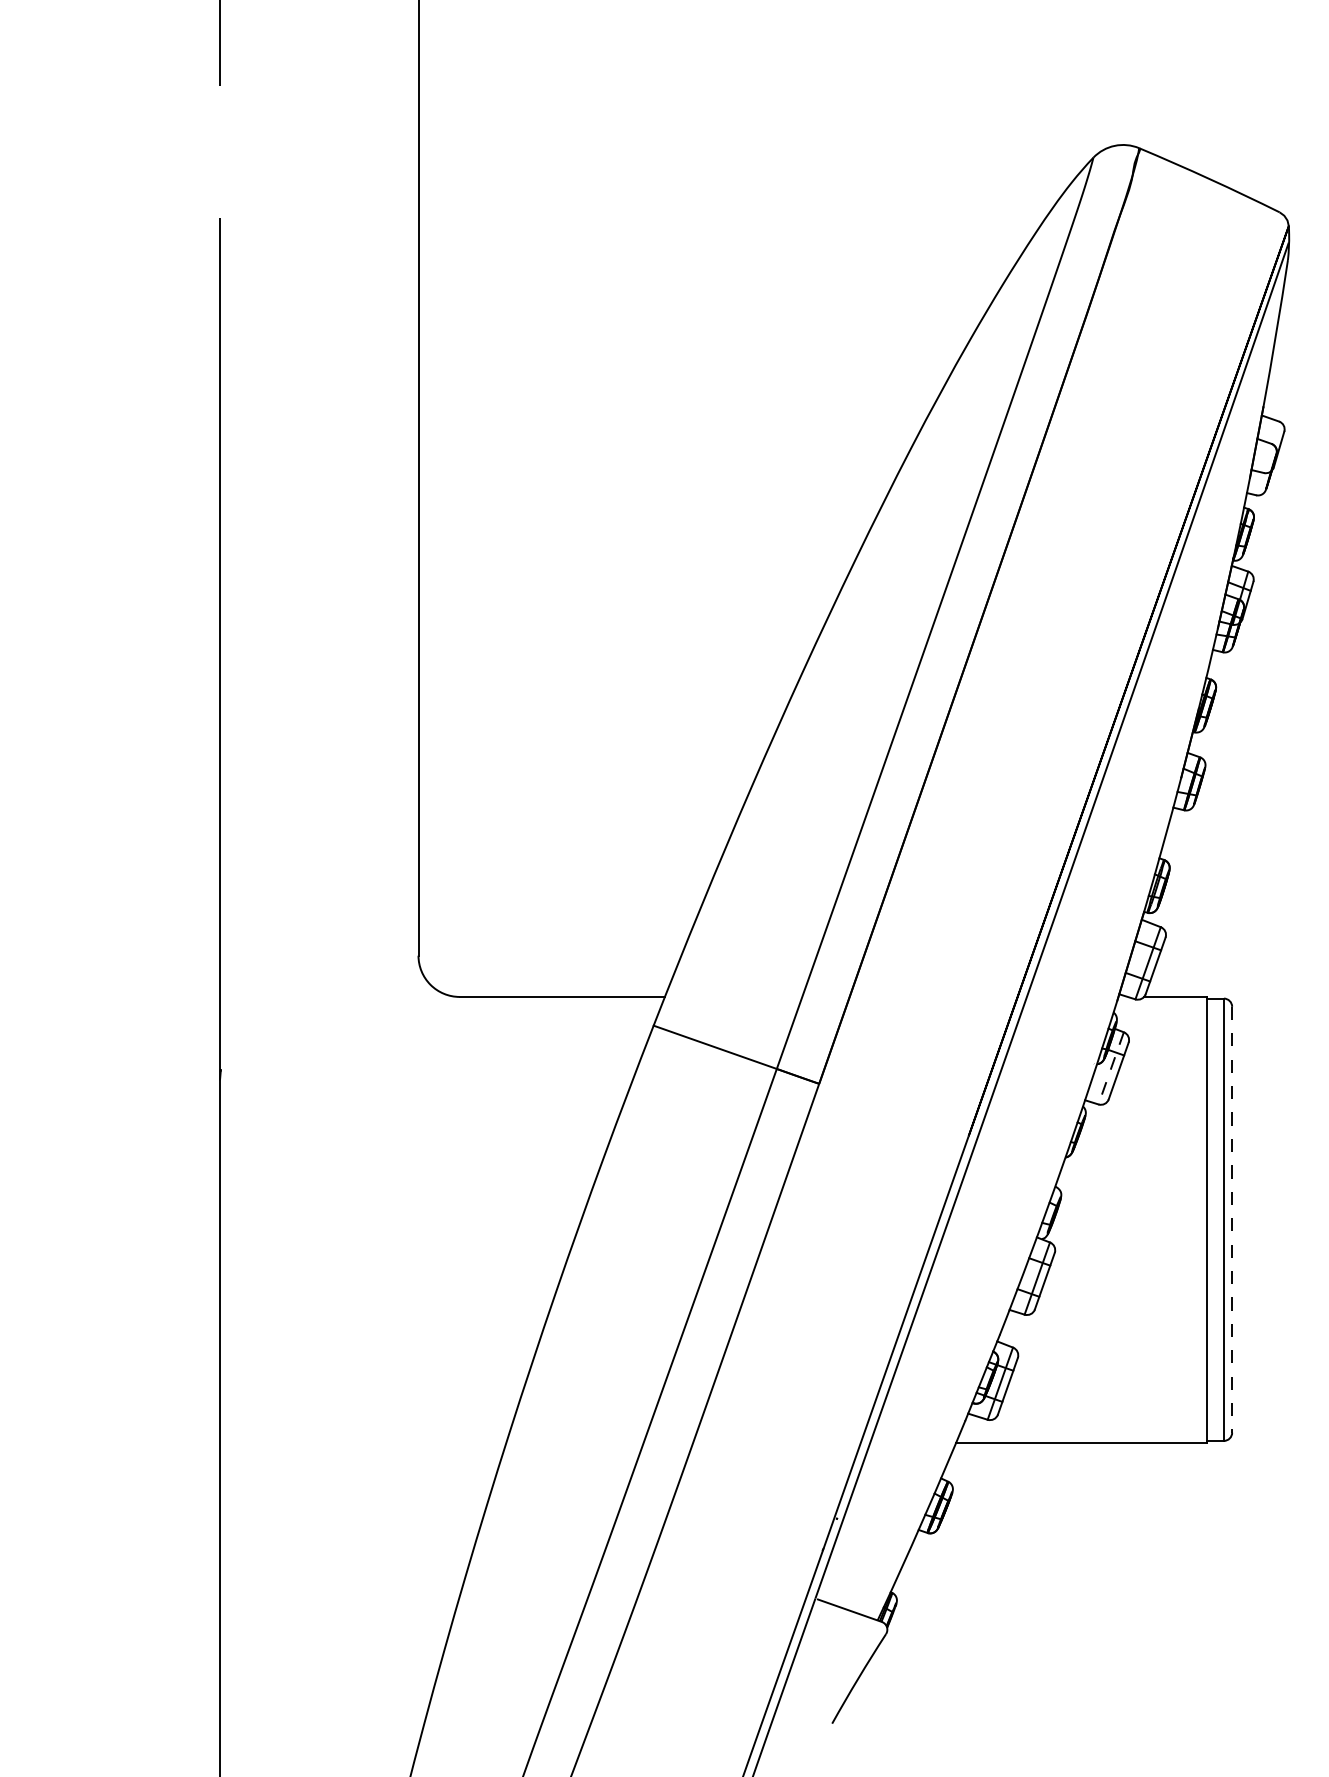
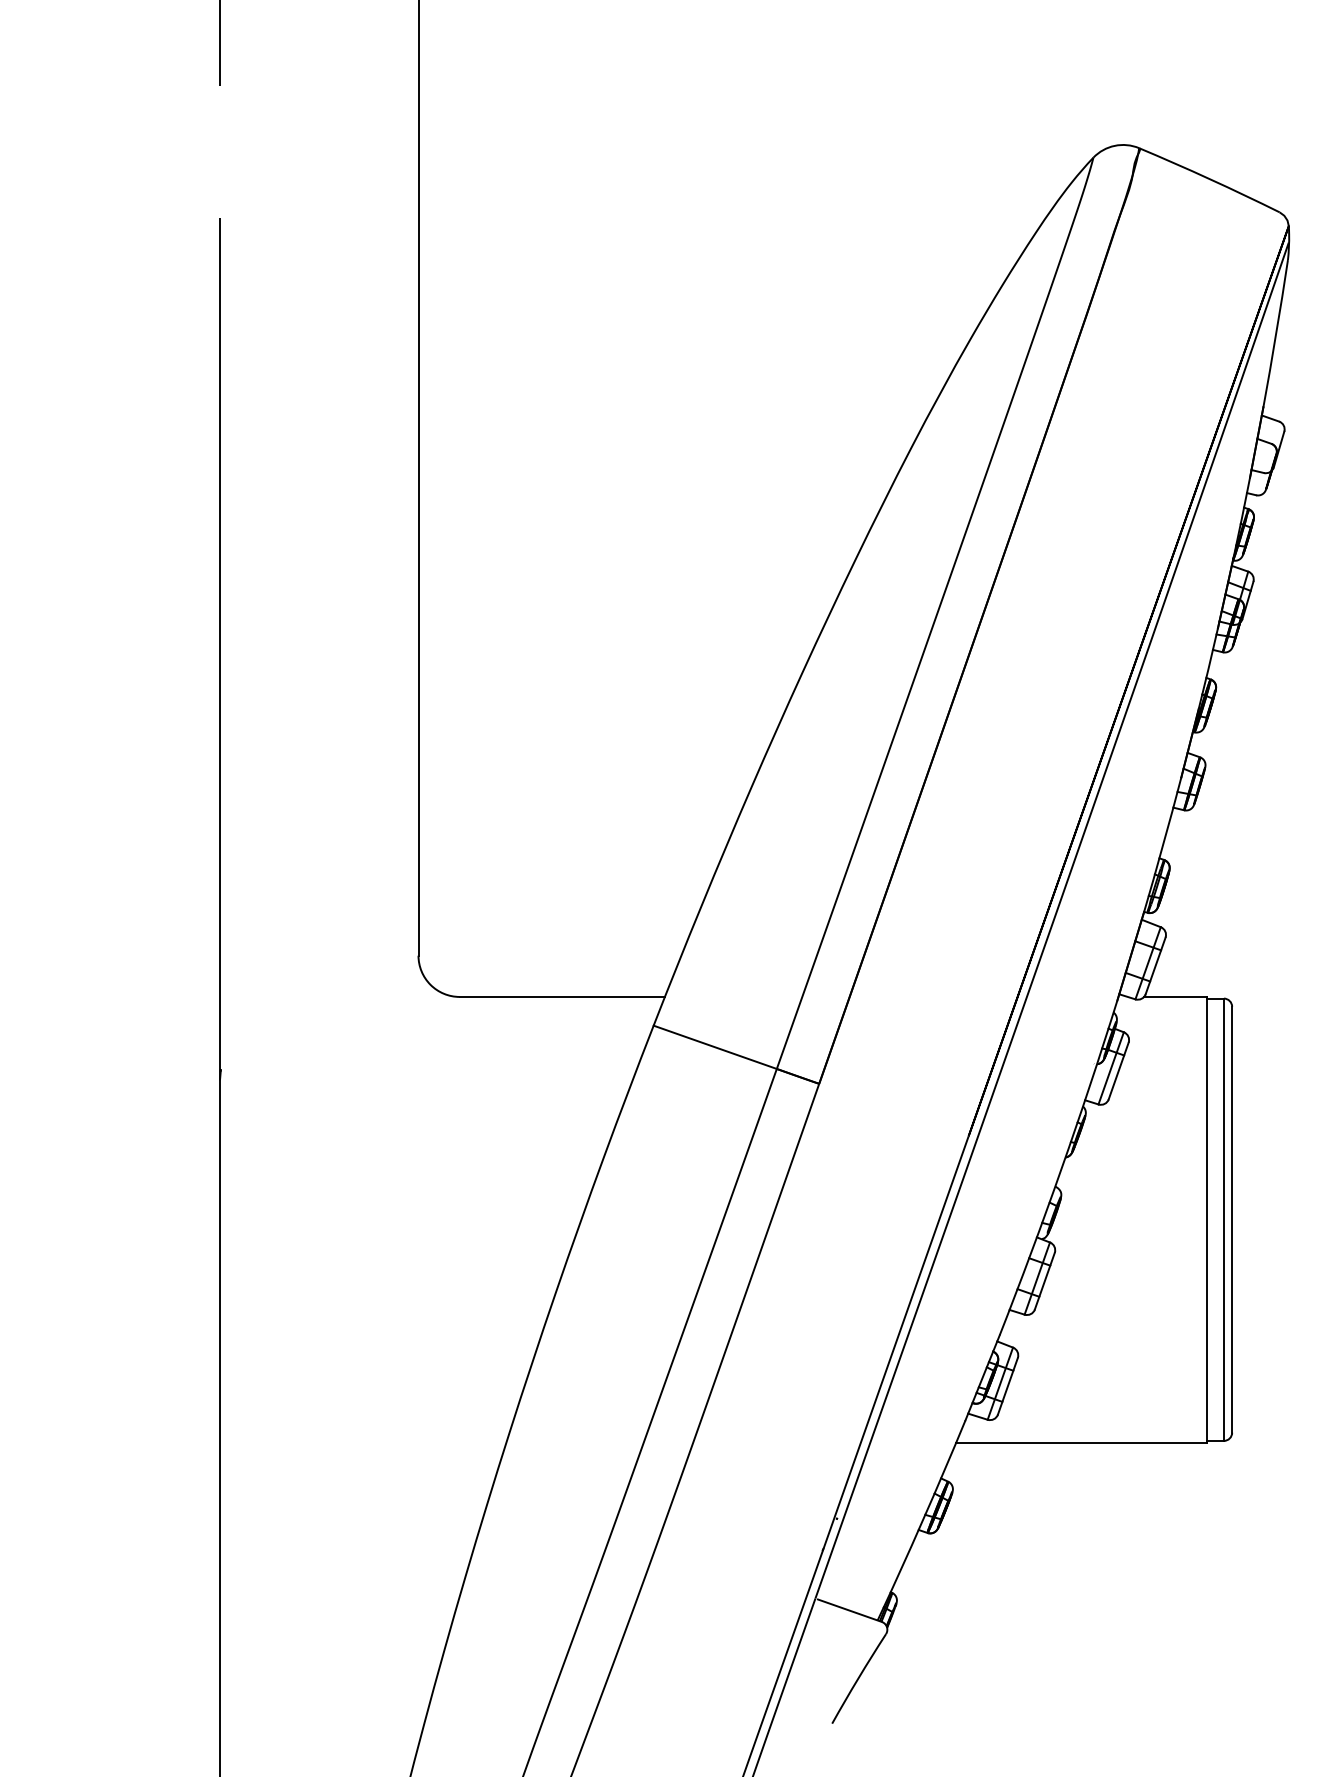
line at (1111, 1068): dashed -> solid
line at (1232, 1219): dashed -> solid
